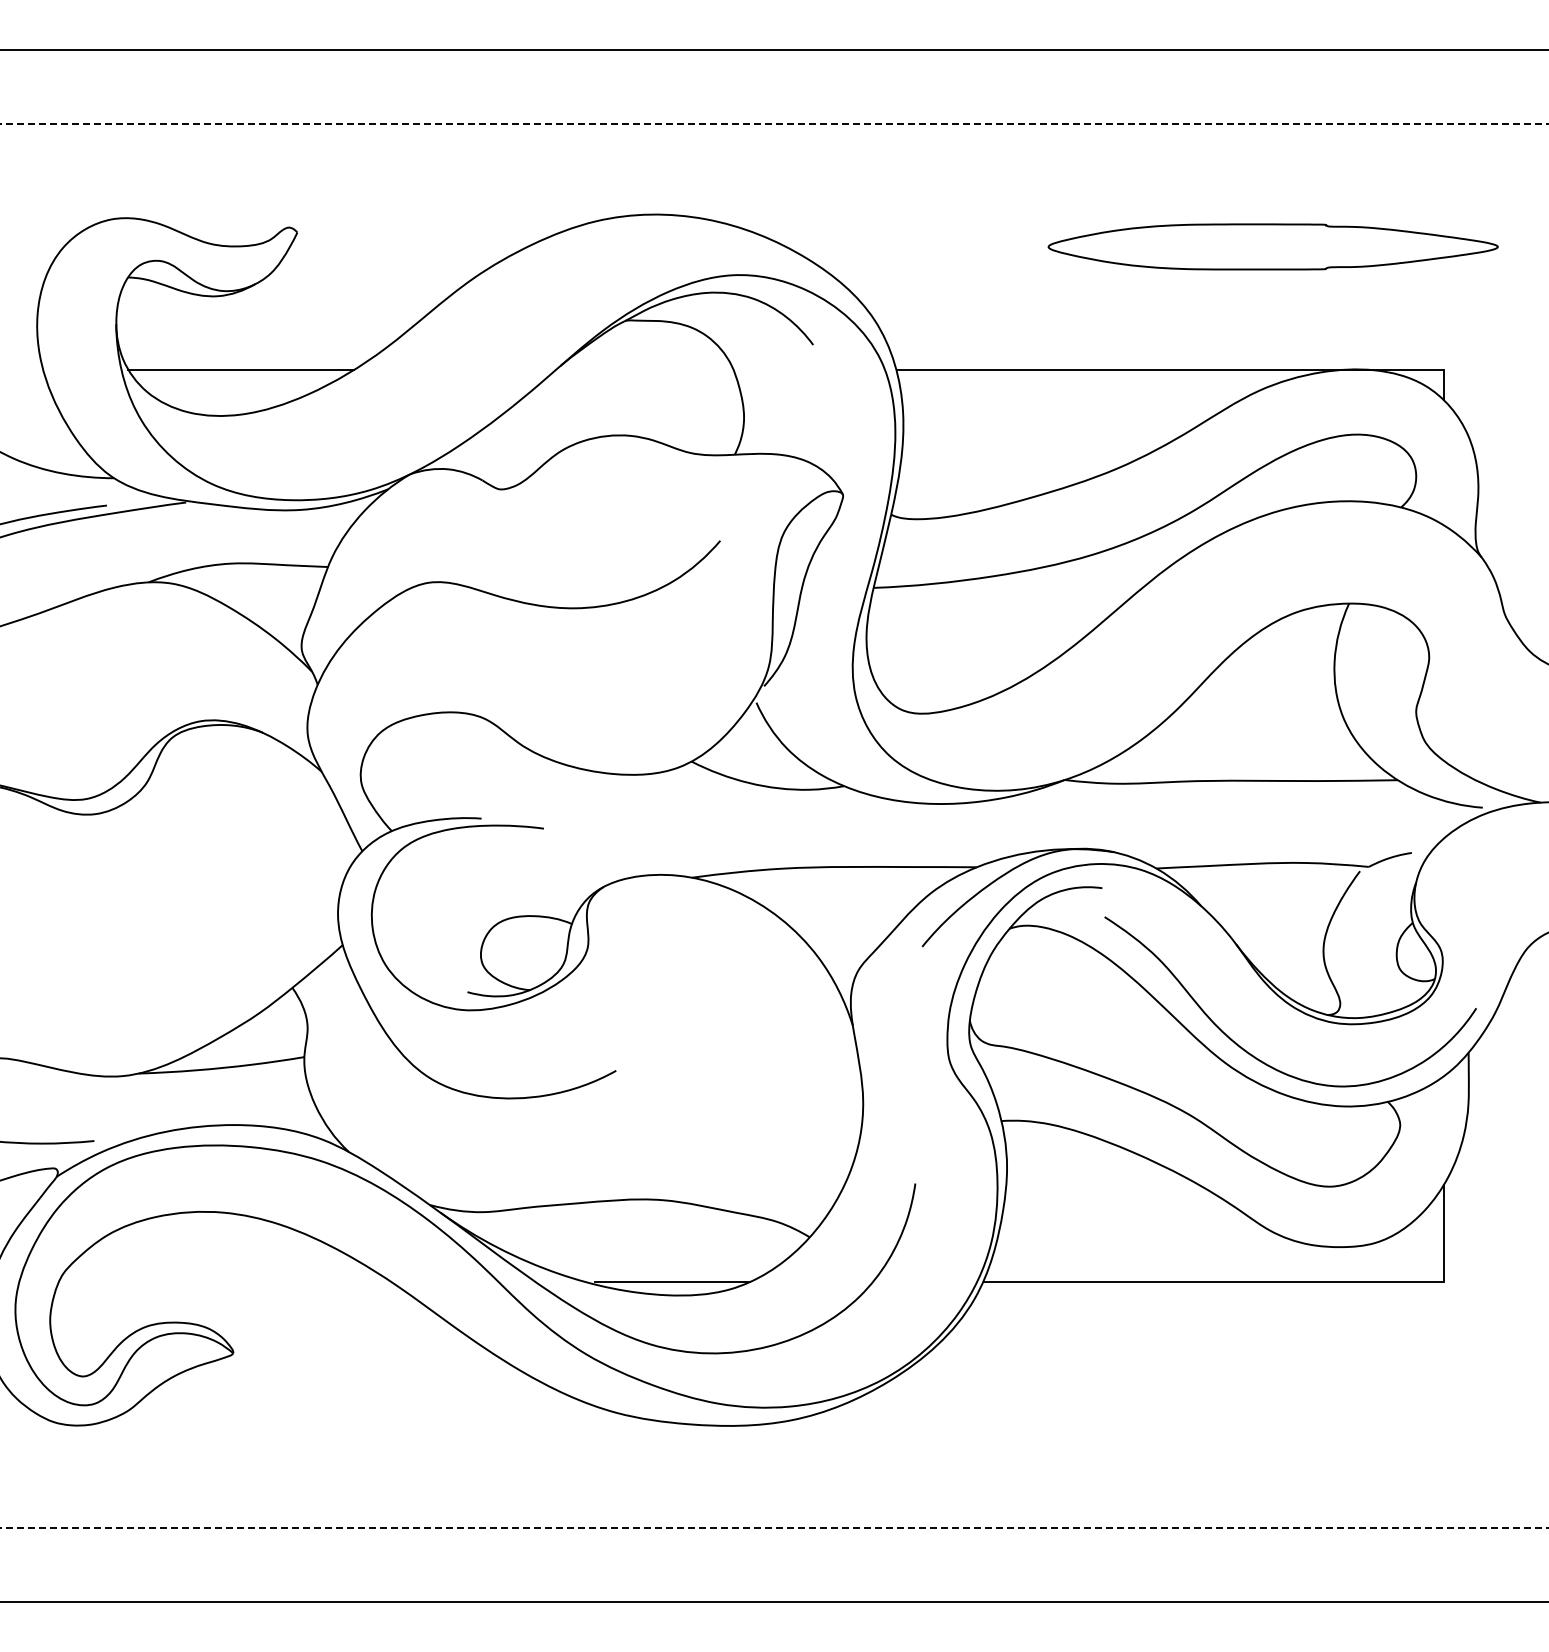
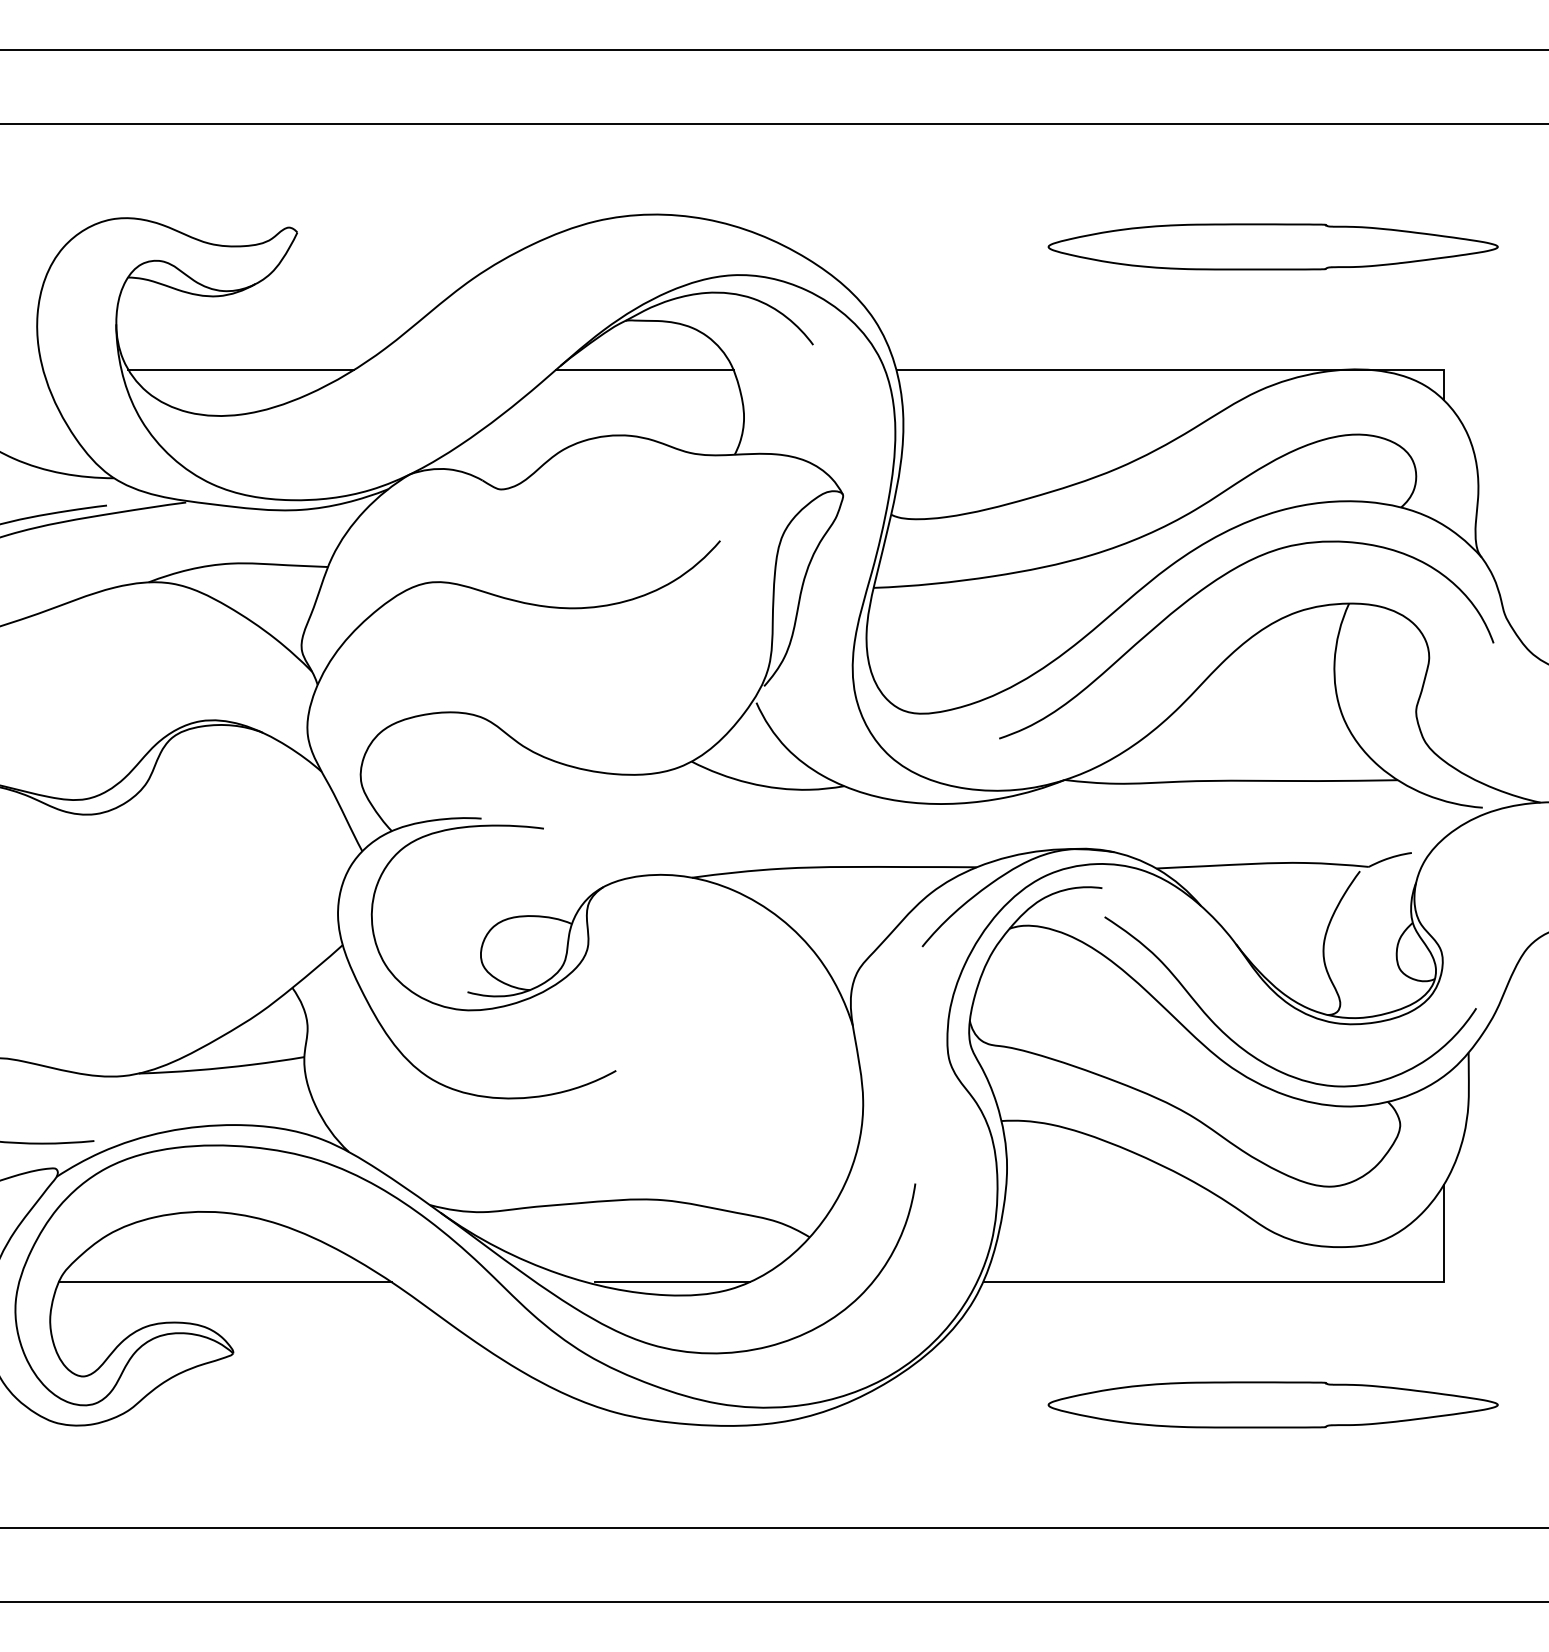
line at (775, 124): dashed -> solid
line at (644, 369): none -> present
curve at (1210, 585): none -> present
line at (224, 1282): none -> present
part at (1272, 1404): none -> present
line at (775, 1527): dashed -> solid
